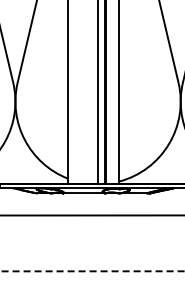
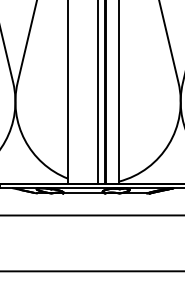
line at (92, 271): dashed -> solid
